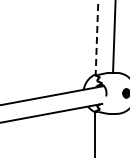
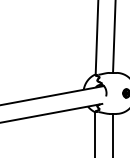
line at (96, 37): dashed -> solid
line at (112, 133): none -> present
